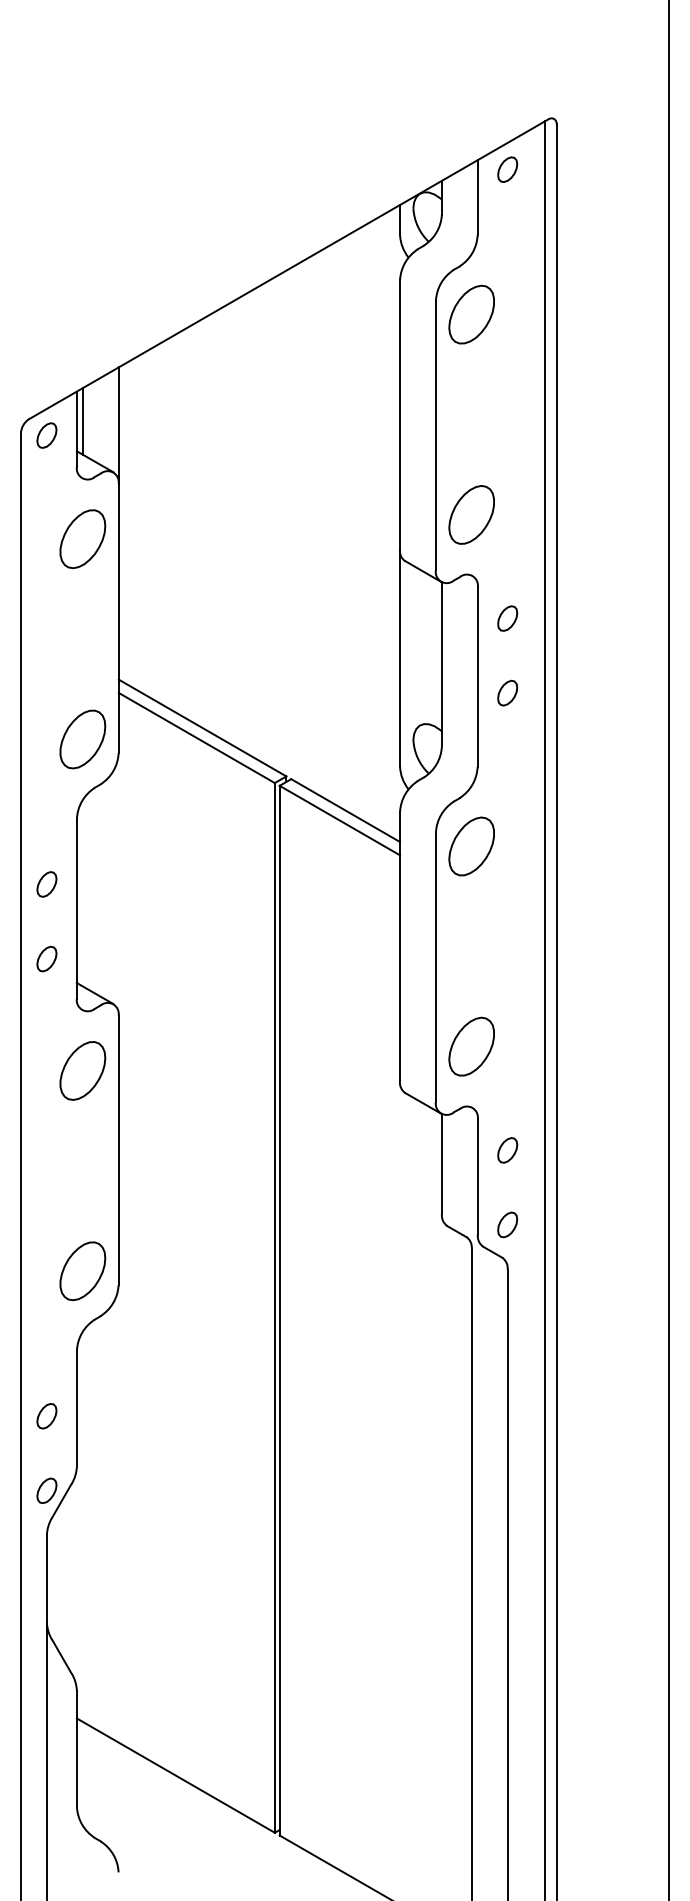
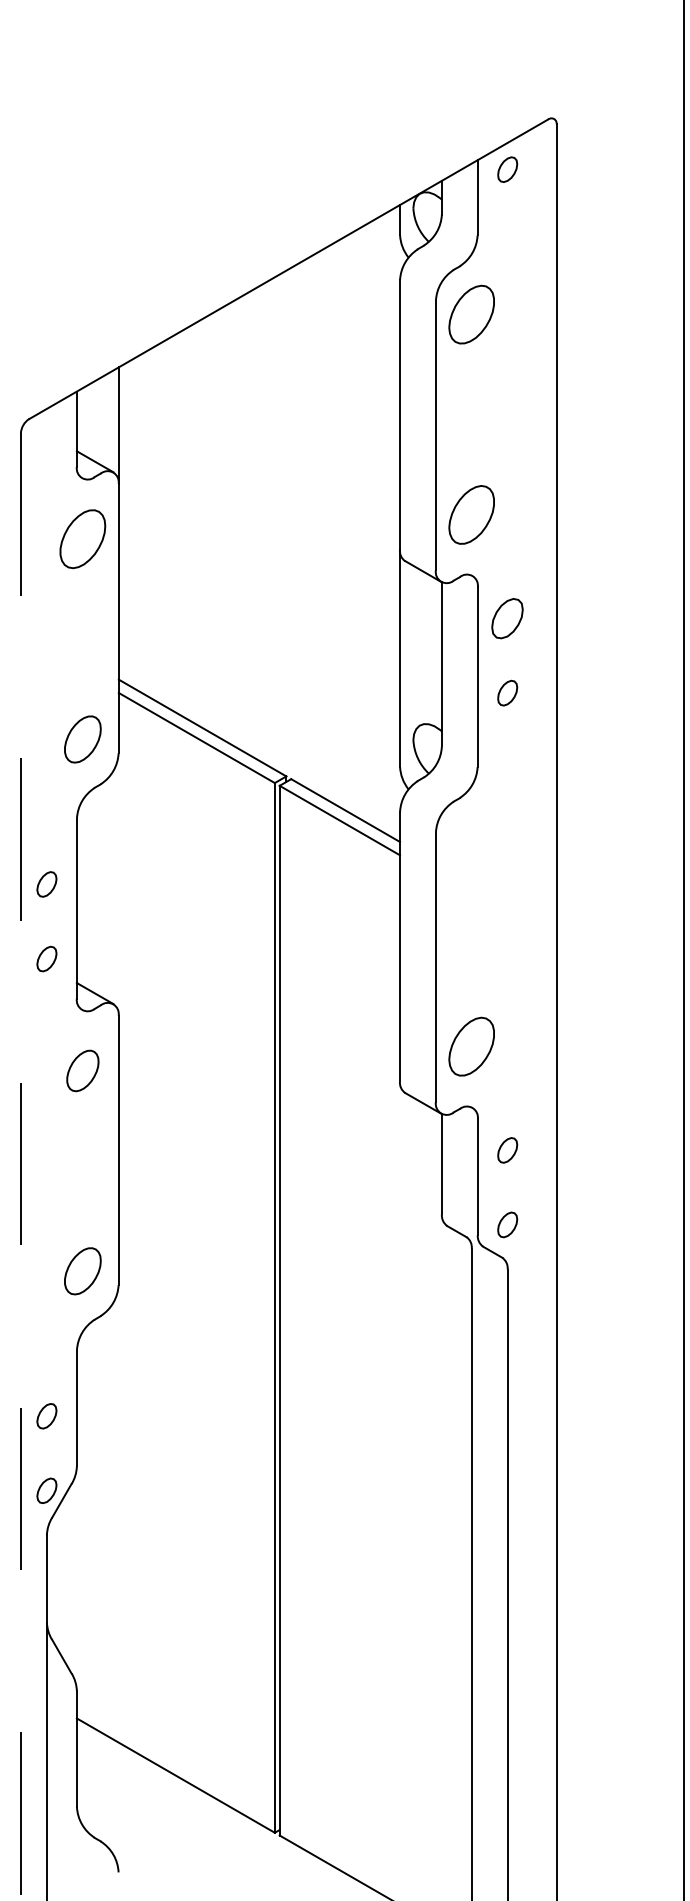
line at (82, 421): present -> none
part at (46, 435): present -> none
part at (507, 618) size: 22x27 px -> 33x42 px
part at (82, 739) size: 48x61 px -> 38x49 px
part at (471, 846): present -> none
line at (669, 949) position: (669, 949) -> (684, 949)
line at (545, 1009): present -> none
part at (82, 1070) size: 48x60 px -> 34x44 px
line at (20, 1167): solid -> dashed
part at (82, 1271) size: 48x61 px -> 38x49 px
